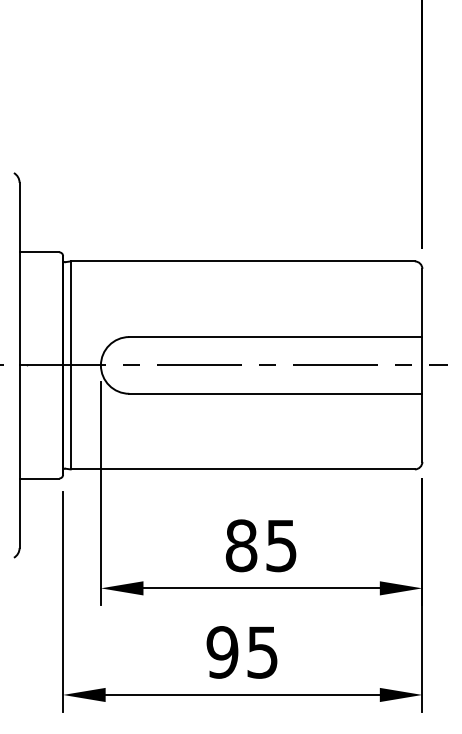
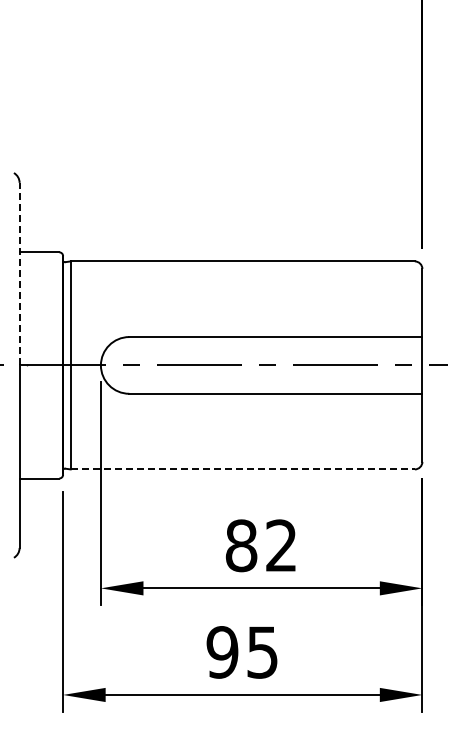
line at (19, 273): solid -> dashed
line at (243, 469): solid -> dashed
text at (281, 545): 85 -> 82
